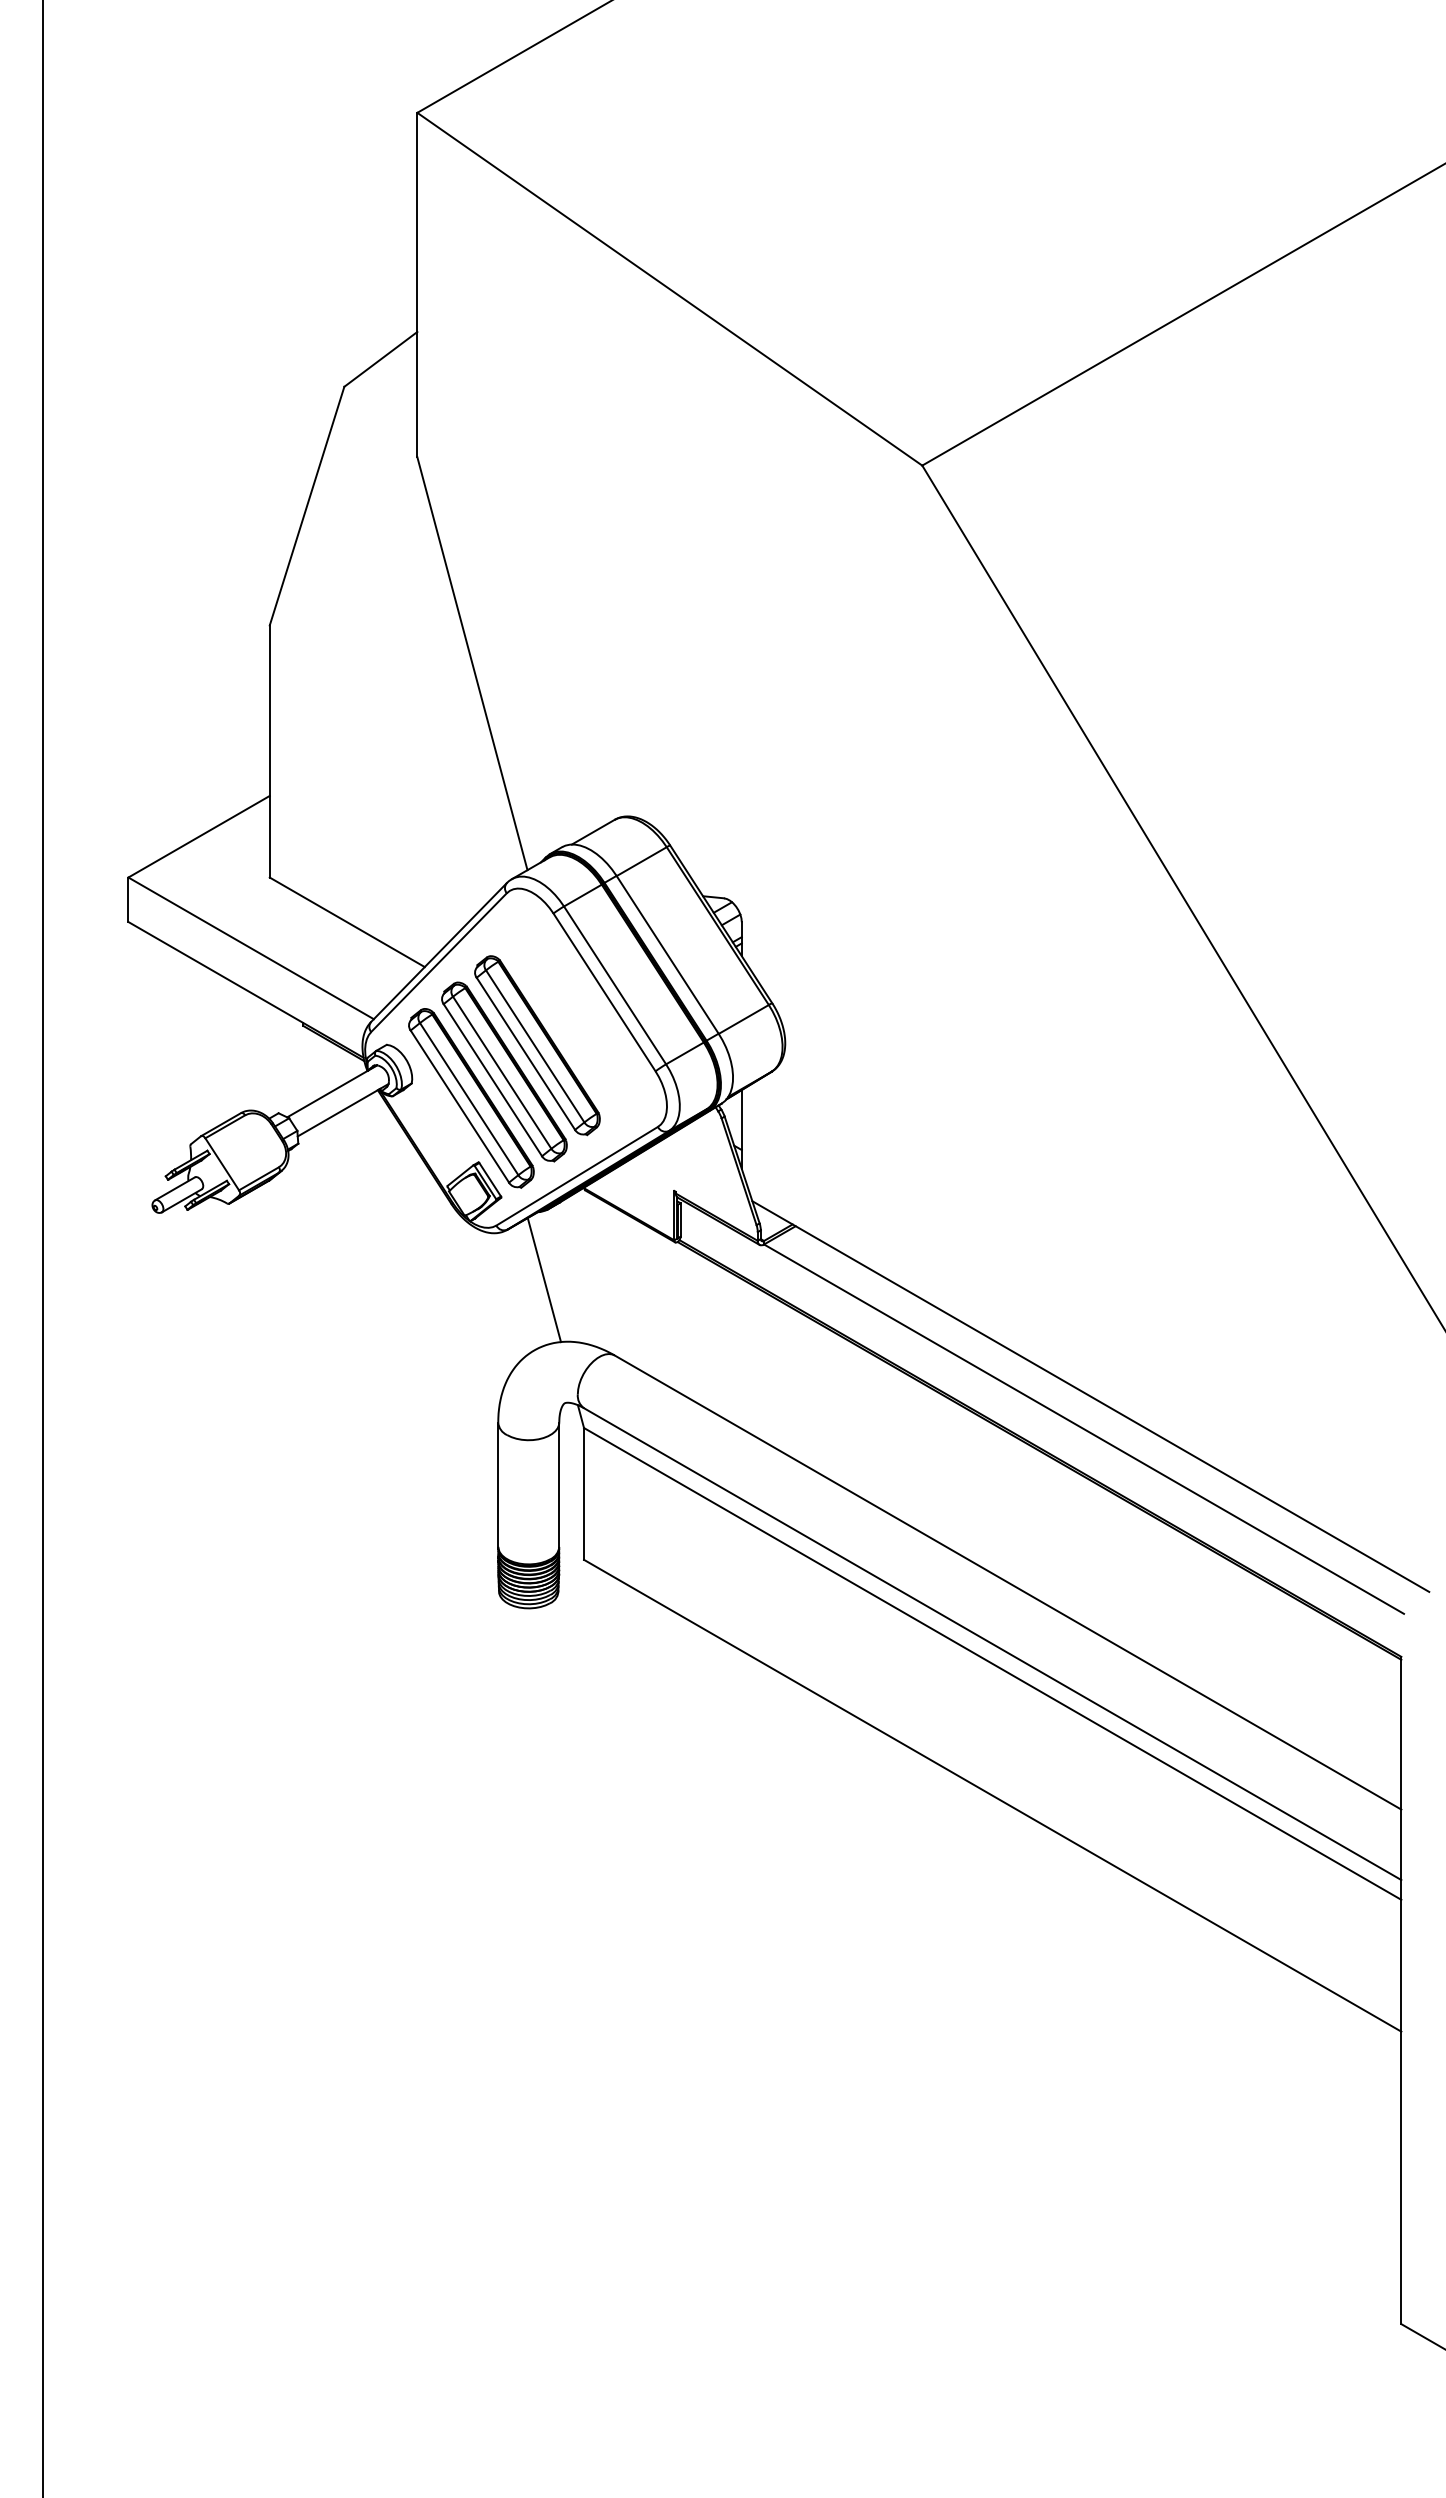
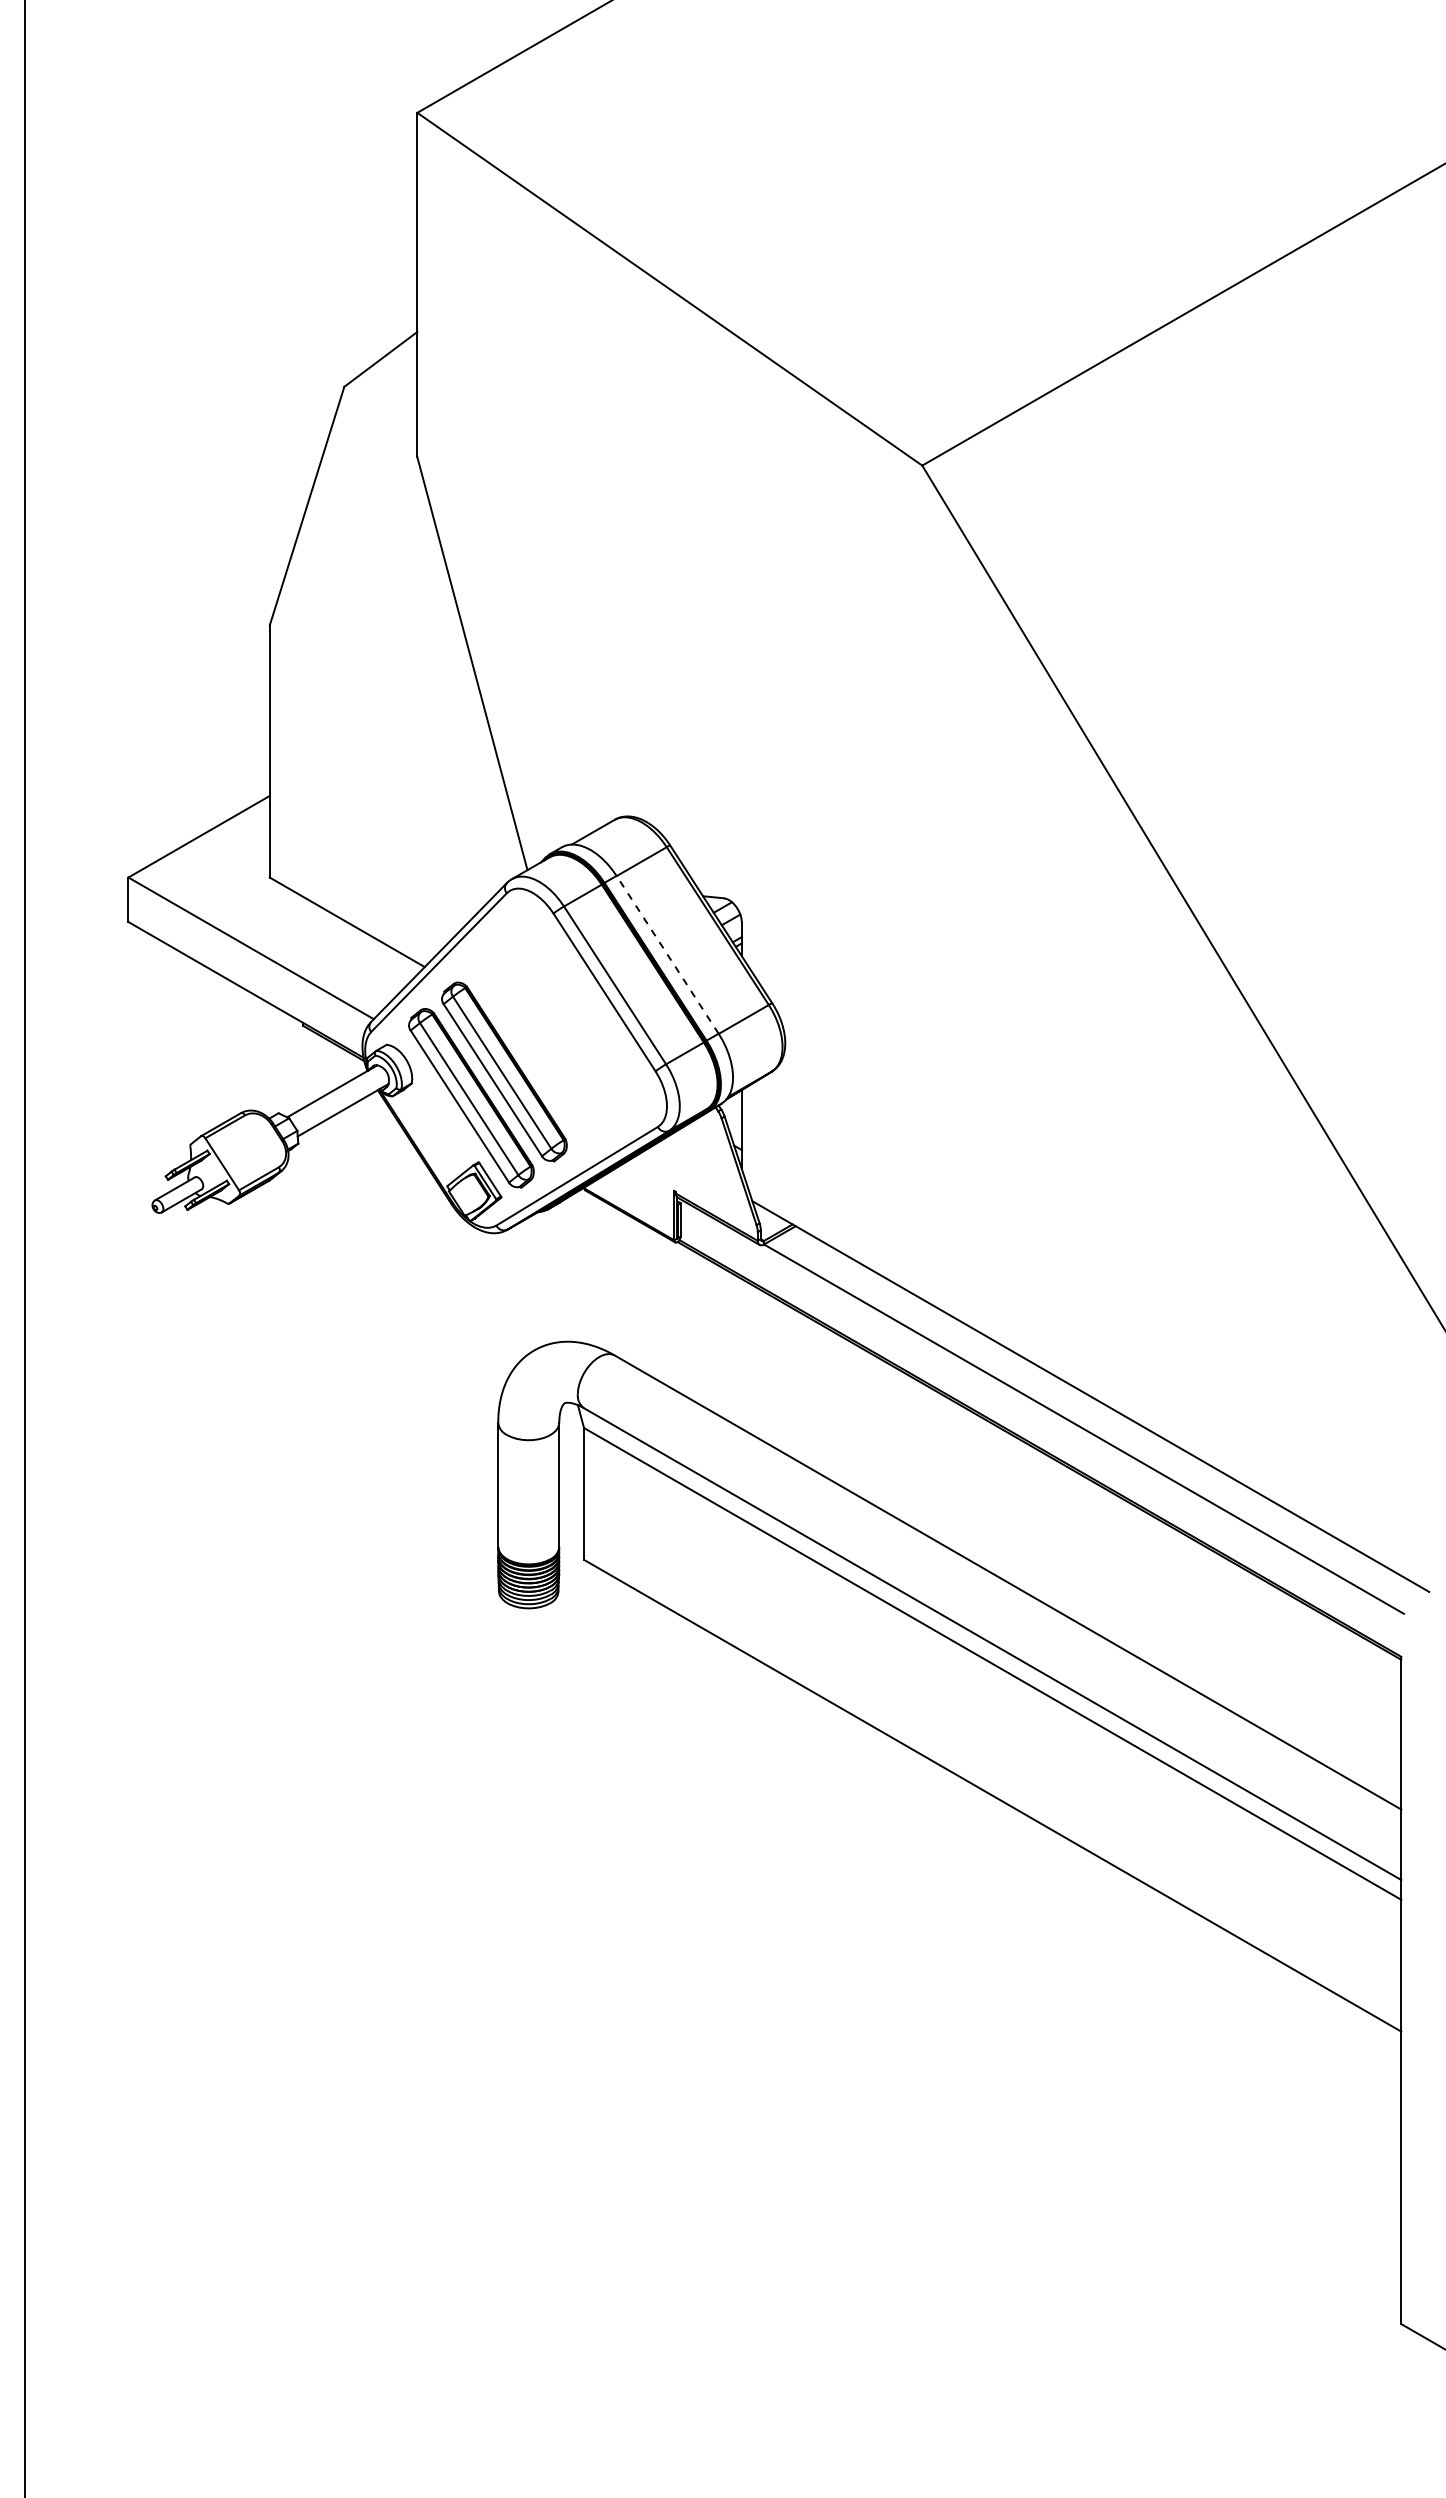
line at (667, 954): solid -> dashed
part at (537, 1045): present -> none
line at (43, 1248) position: (43, 1248) -> (25, 1248)
line at (544, 1279): present -> none
